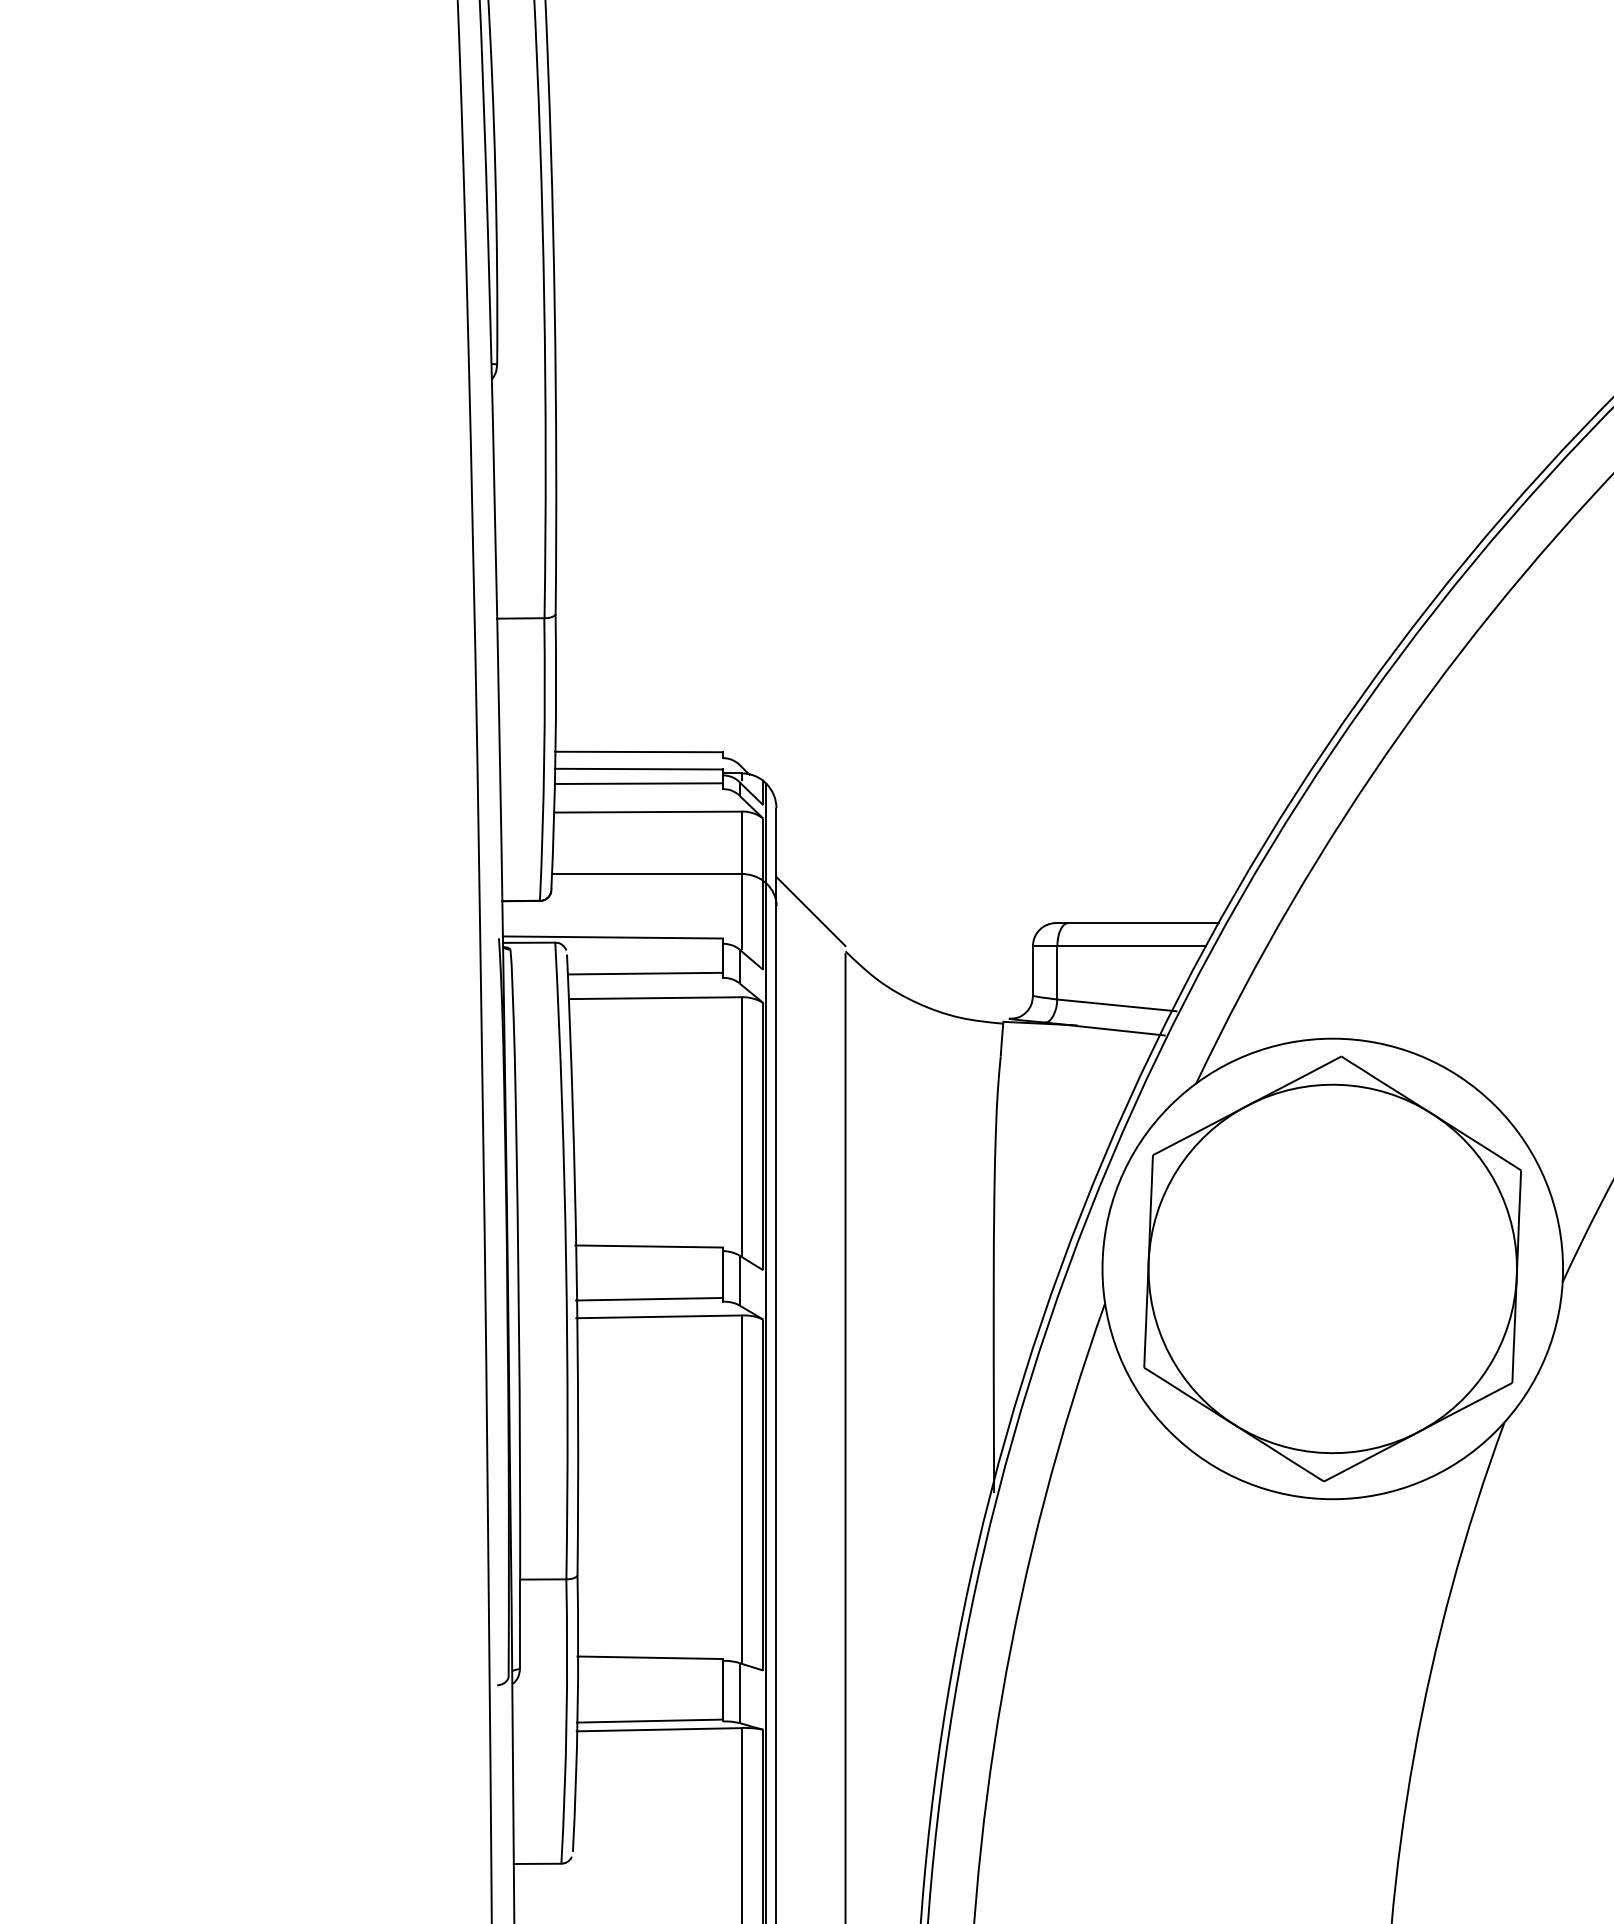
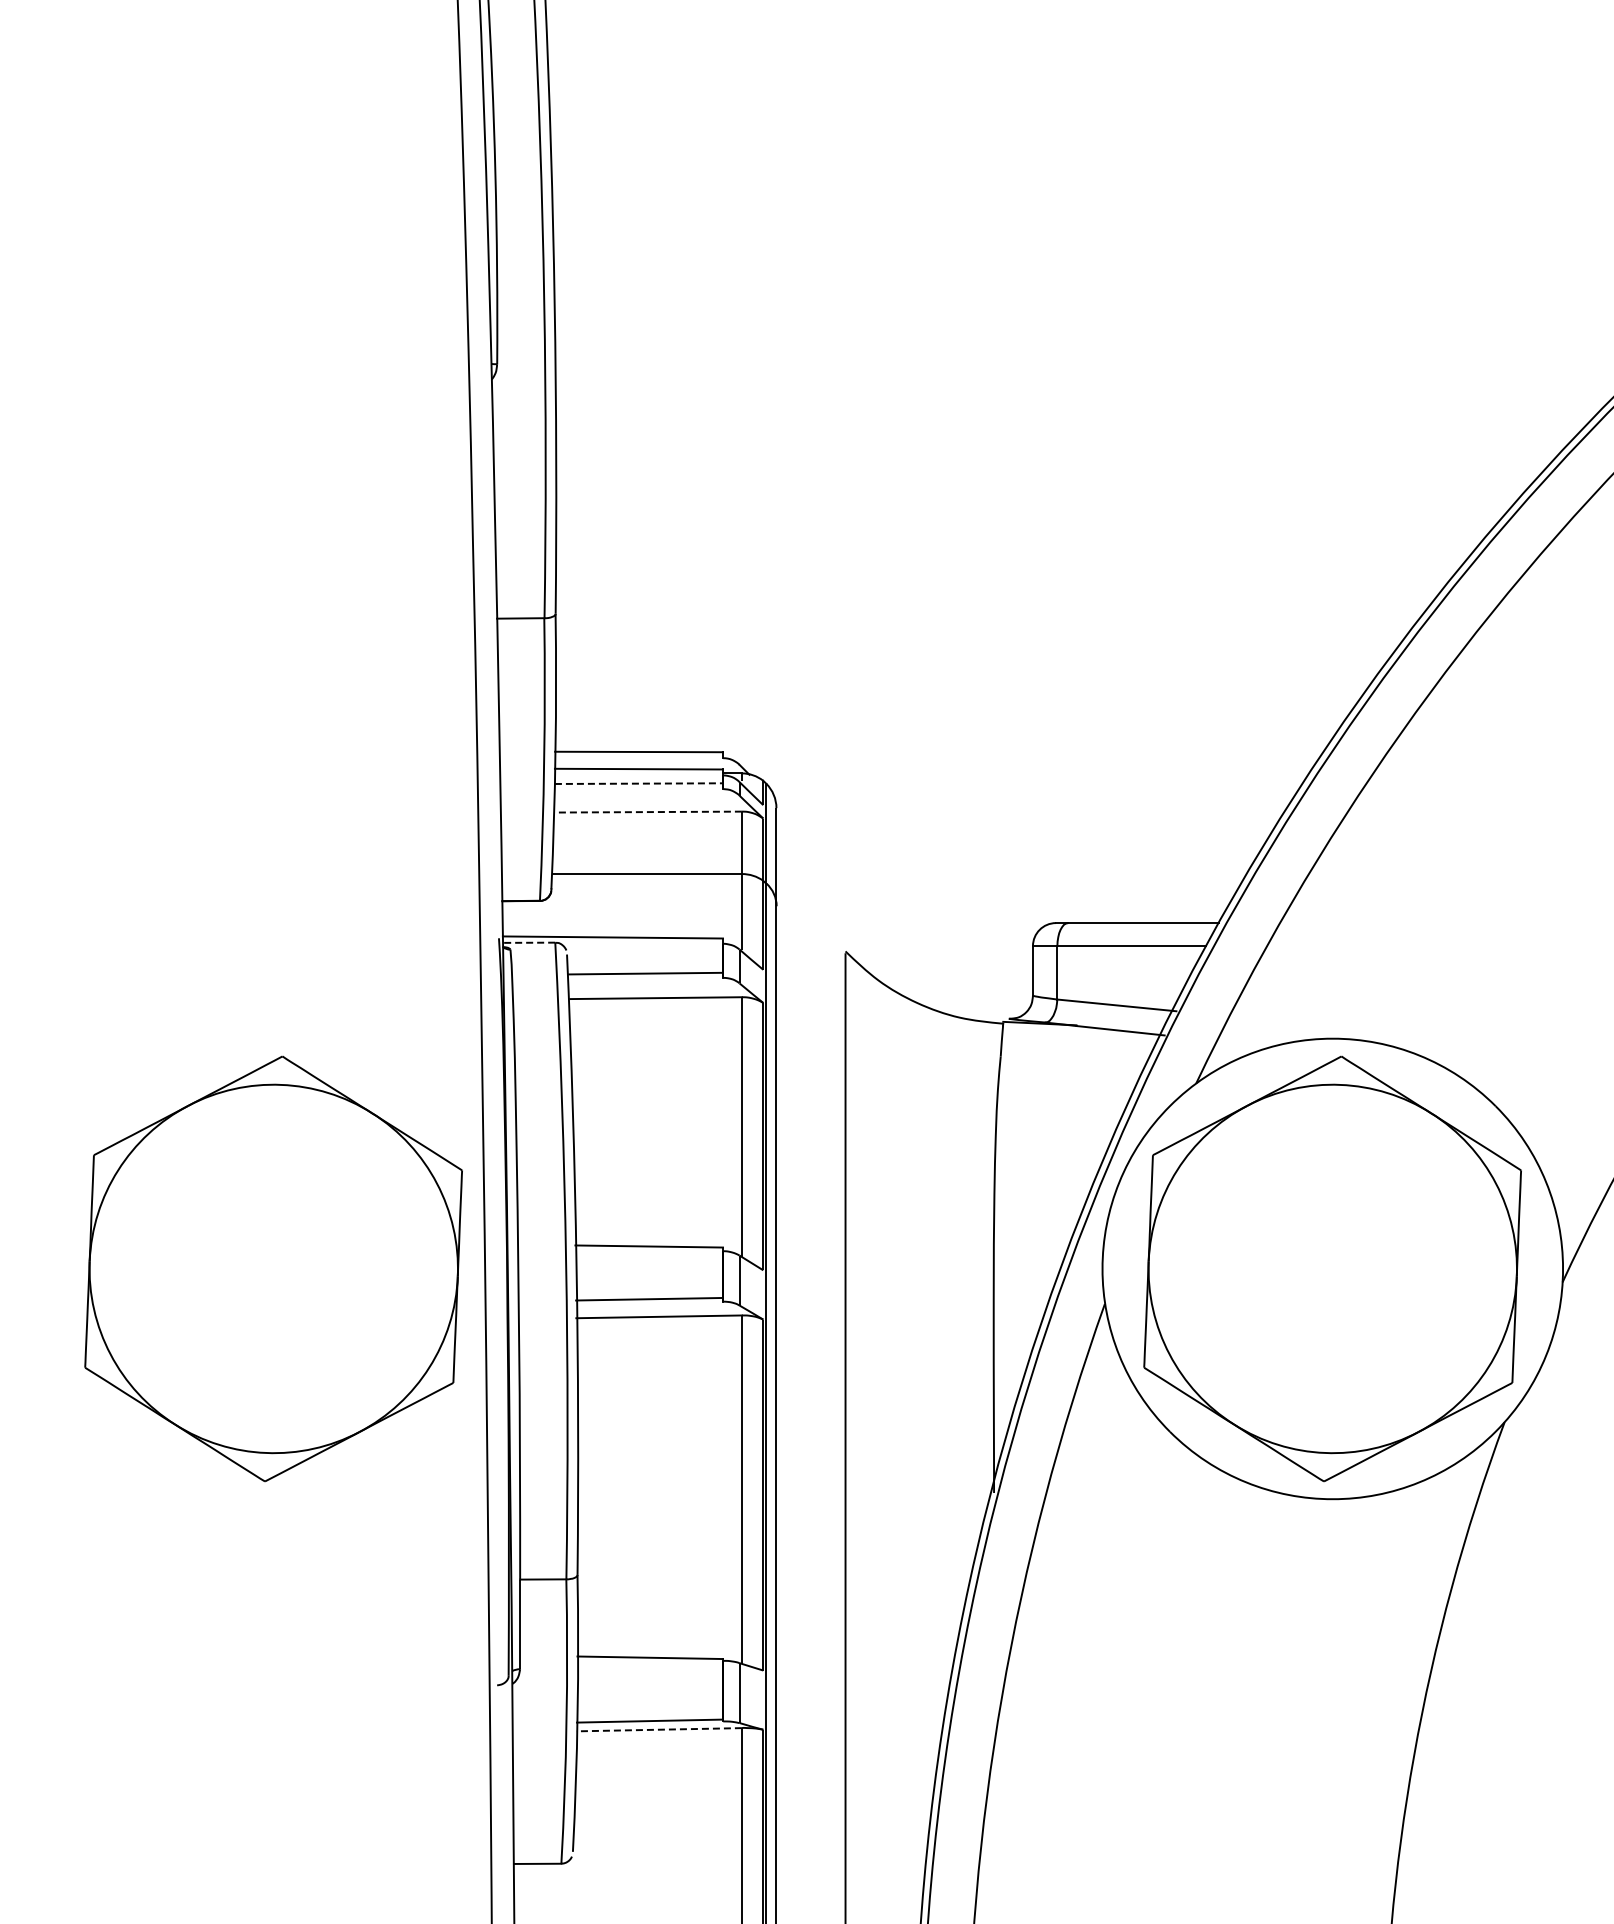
line at (639, 783): solid -> dashed
line at (648, 812): solid -> dashed
line at (810, 911): present -> none
line at (528, 942): solid -> dashed
part at (273, 1268): none -> present
line at (659, 1729): solid -> dashed
